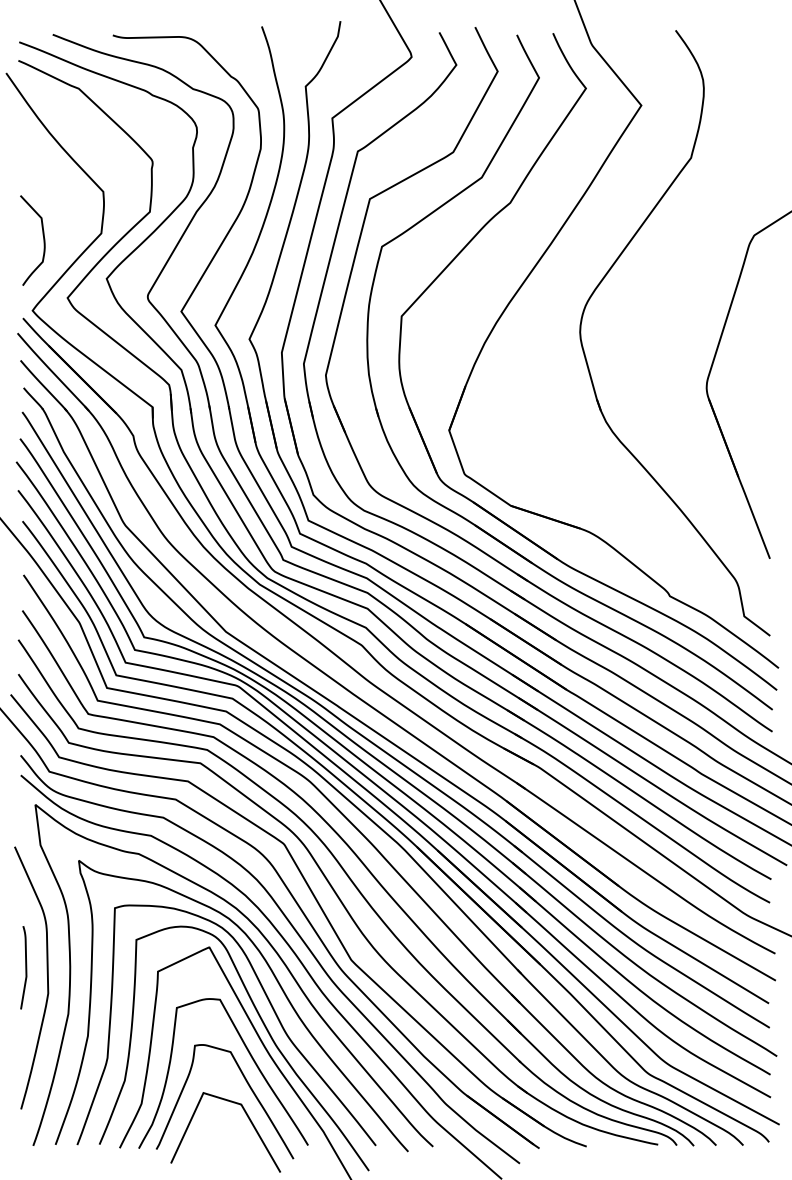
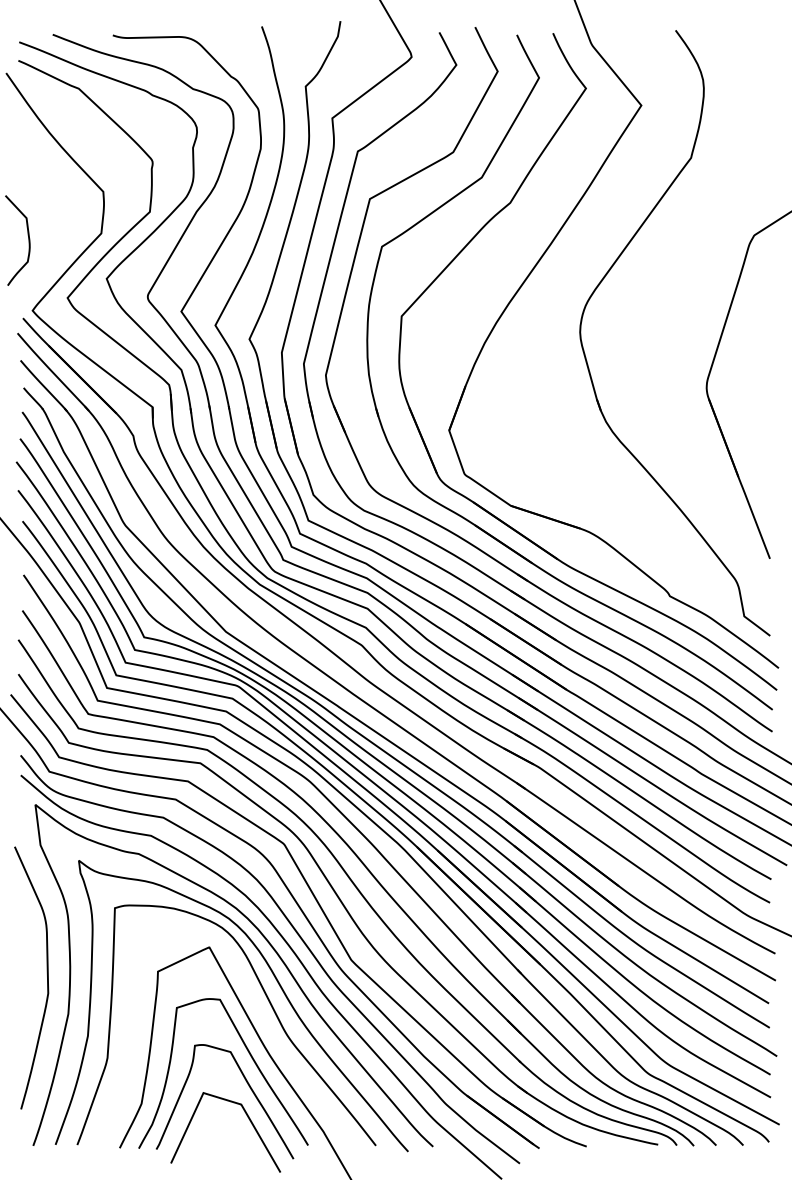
curve at (43, 240) position: (43, 240) -> (28, 240)
curve at (25, 967): present -> none
curve at (264, 1027): present -> none
